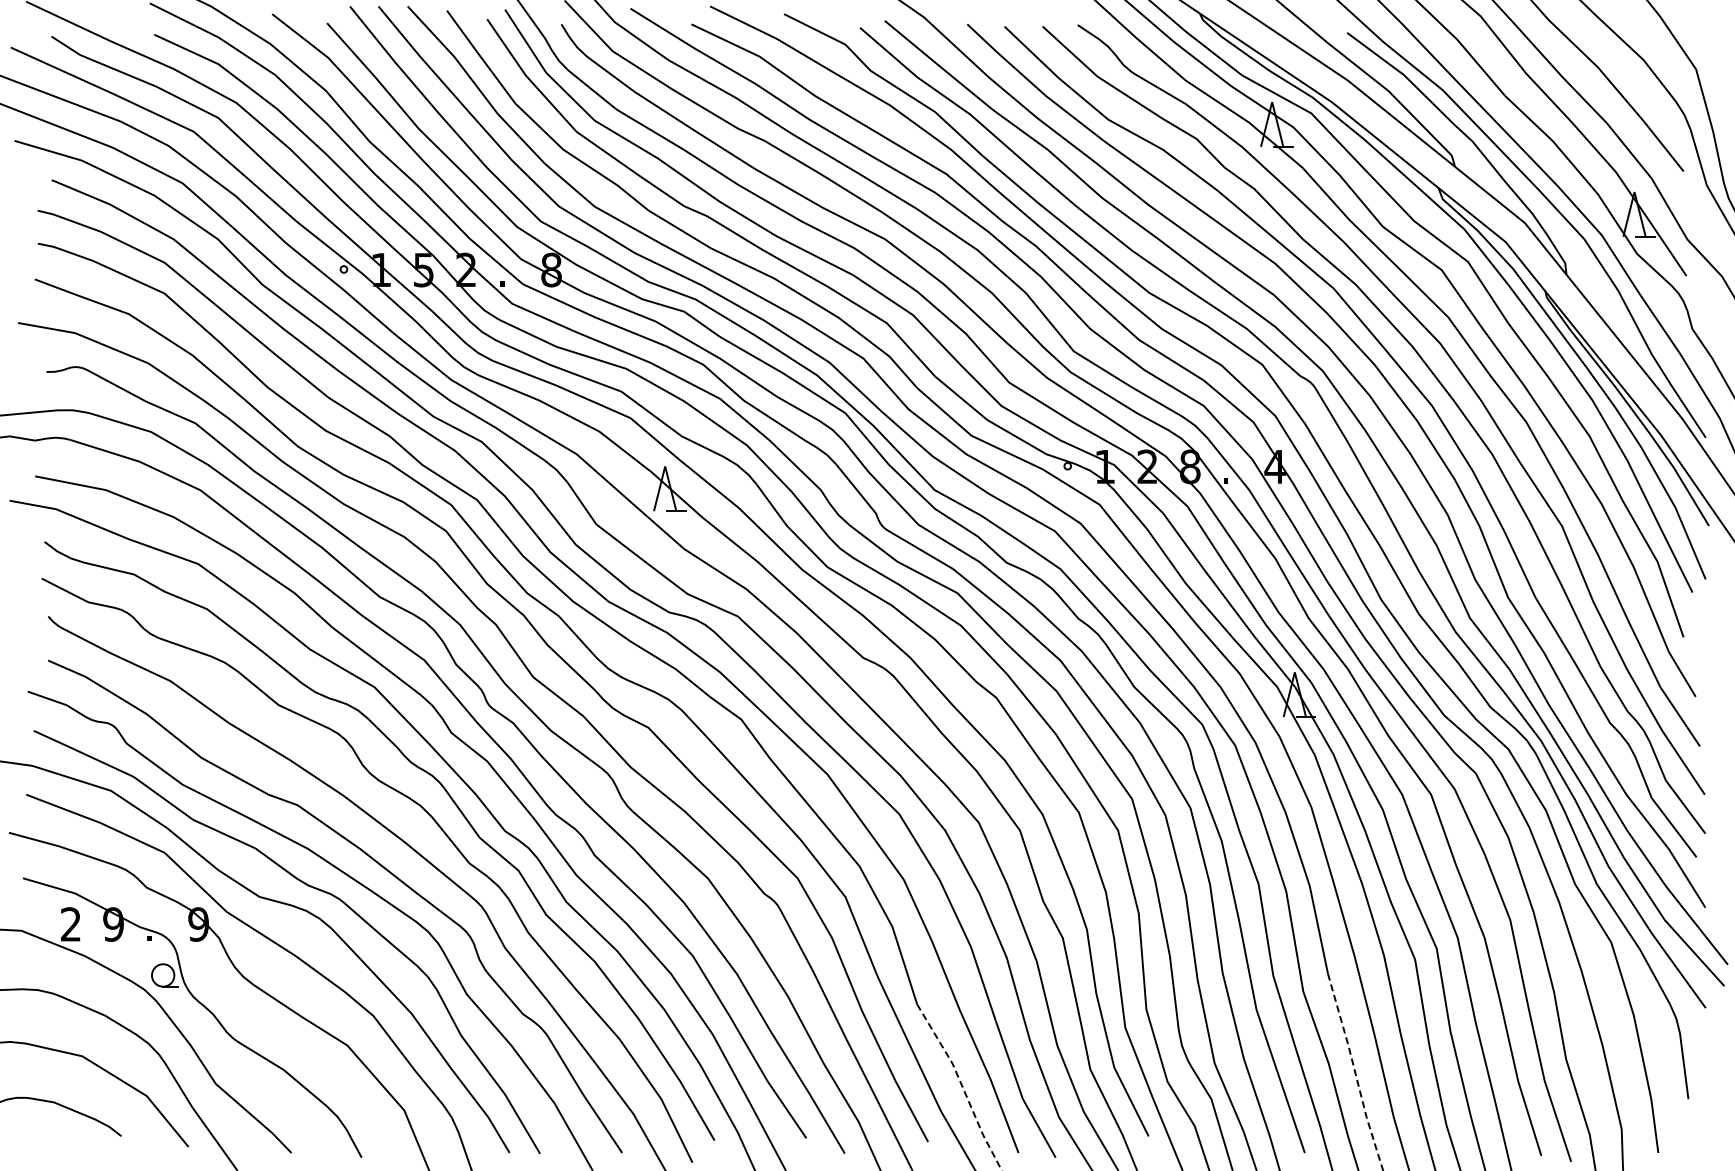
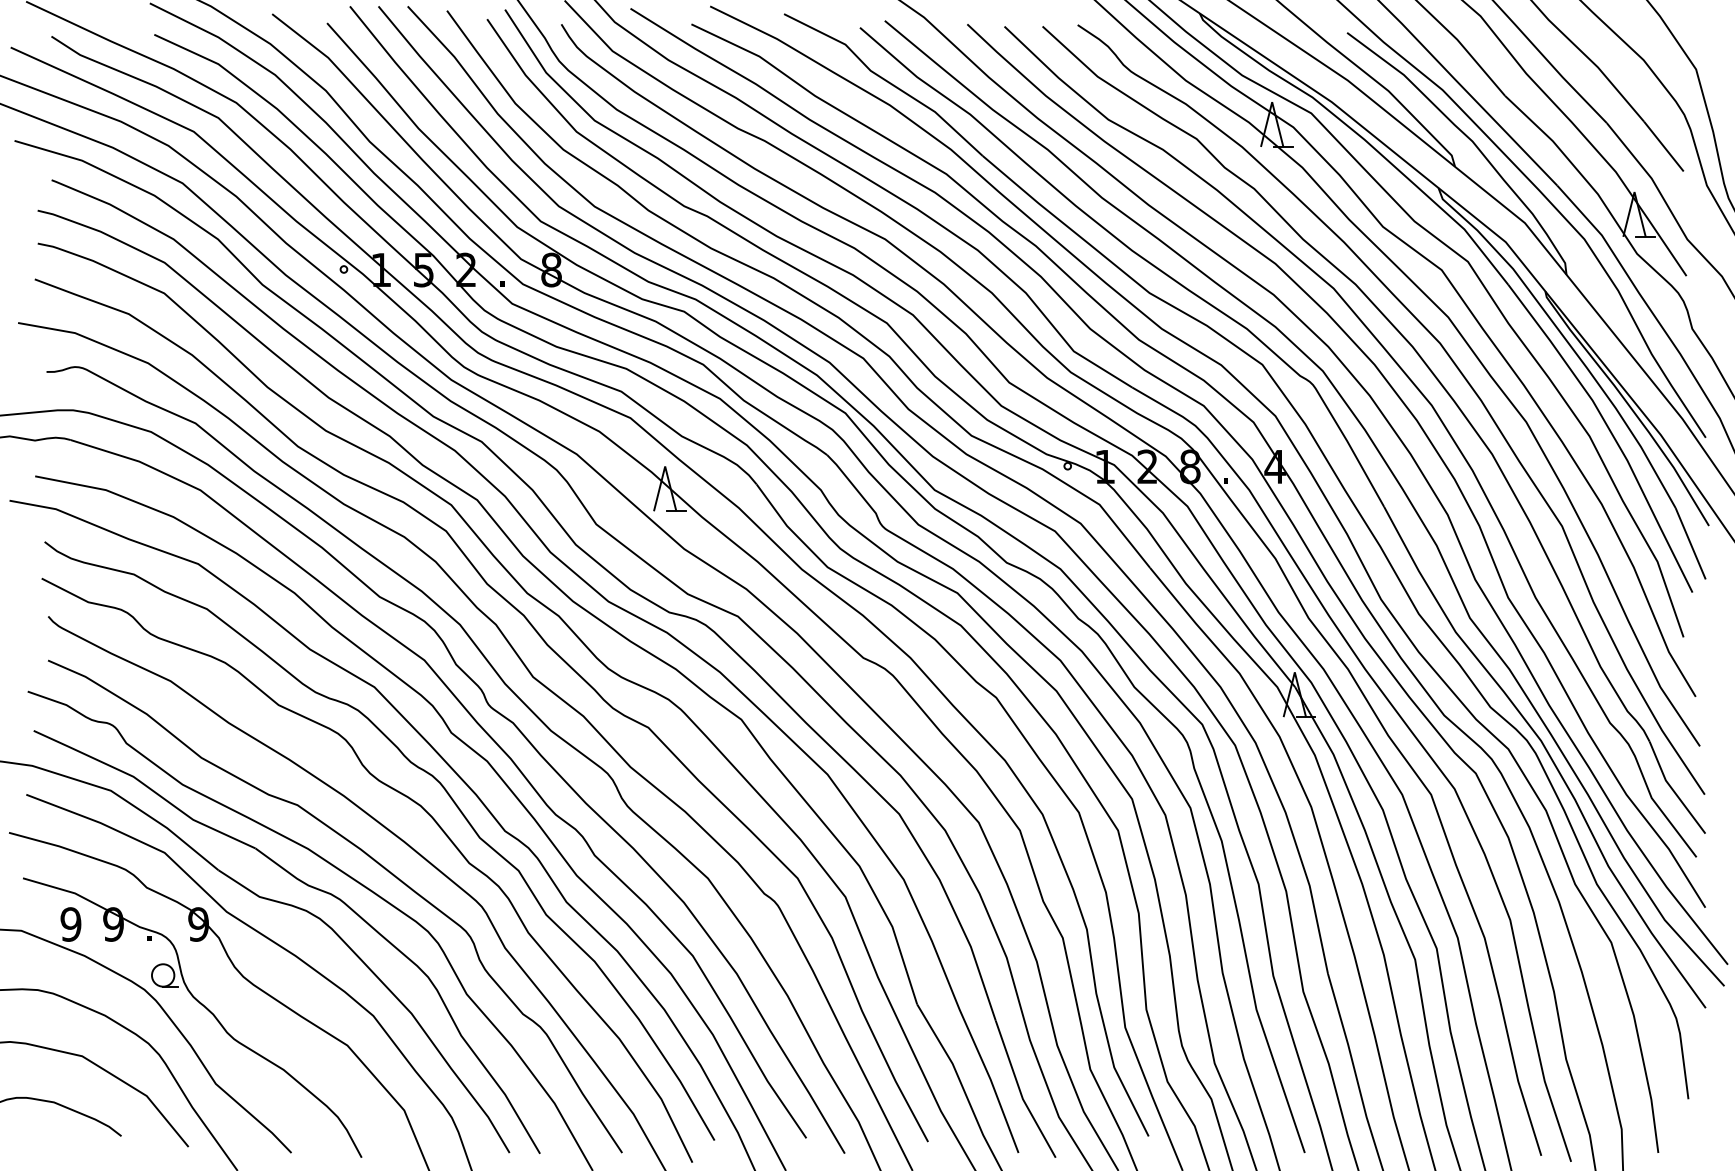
text at (70, 924): 2 -> 9
line at (1355, 1072): dashed -> solid
line at (962, 1085): dashed -> solid
